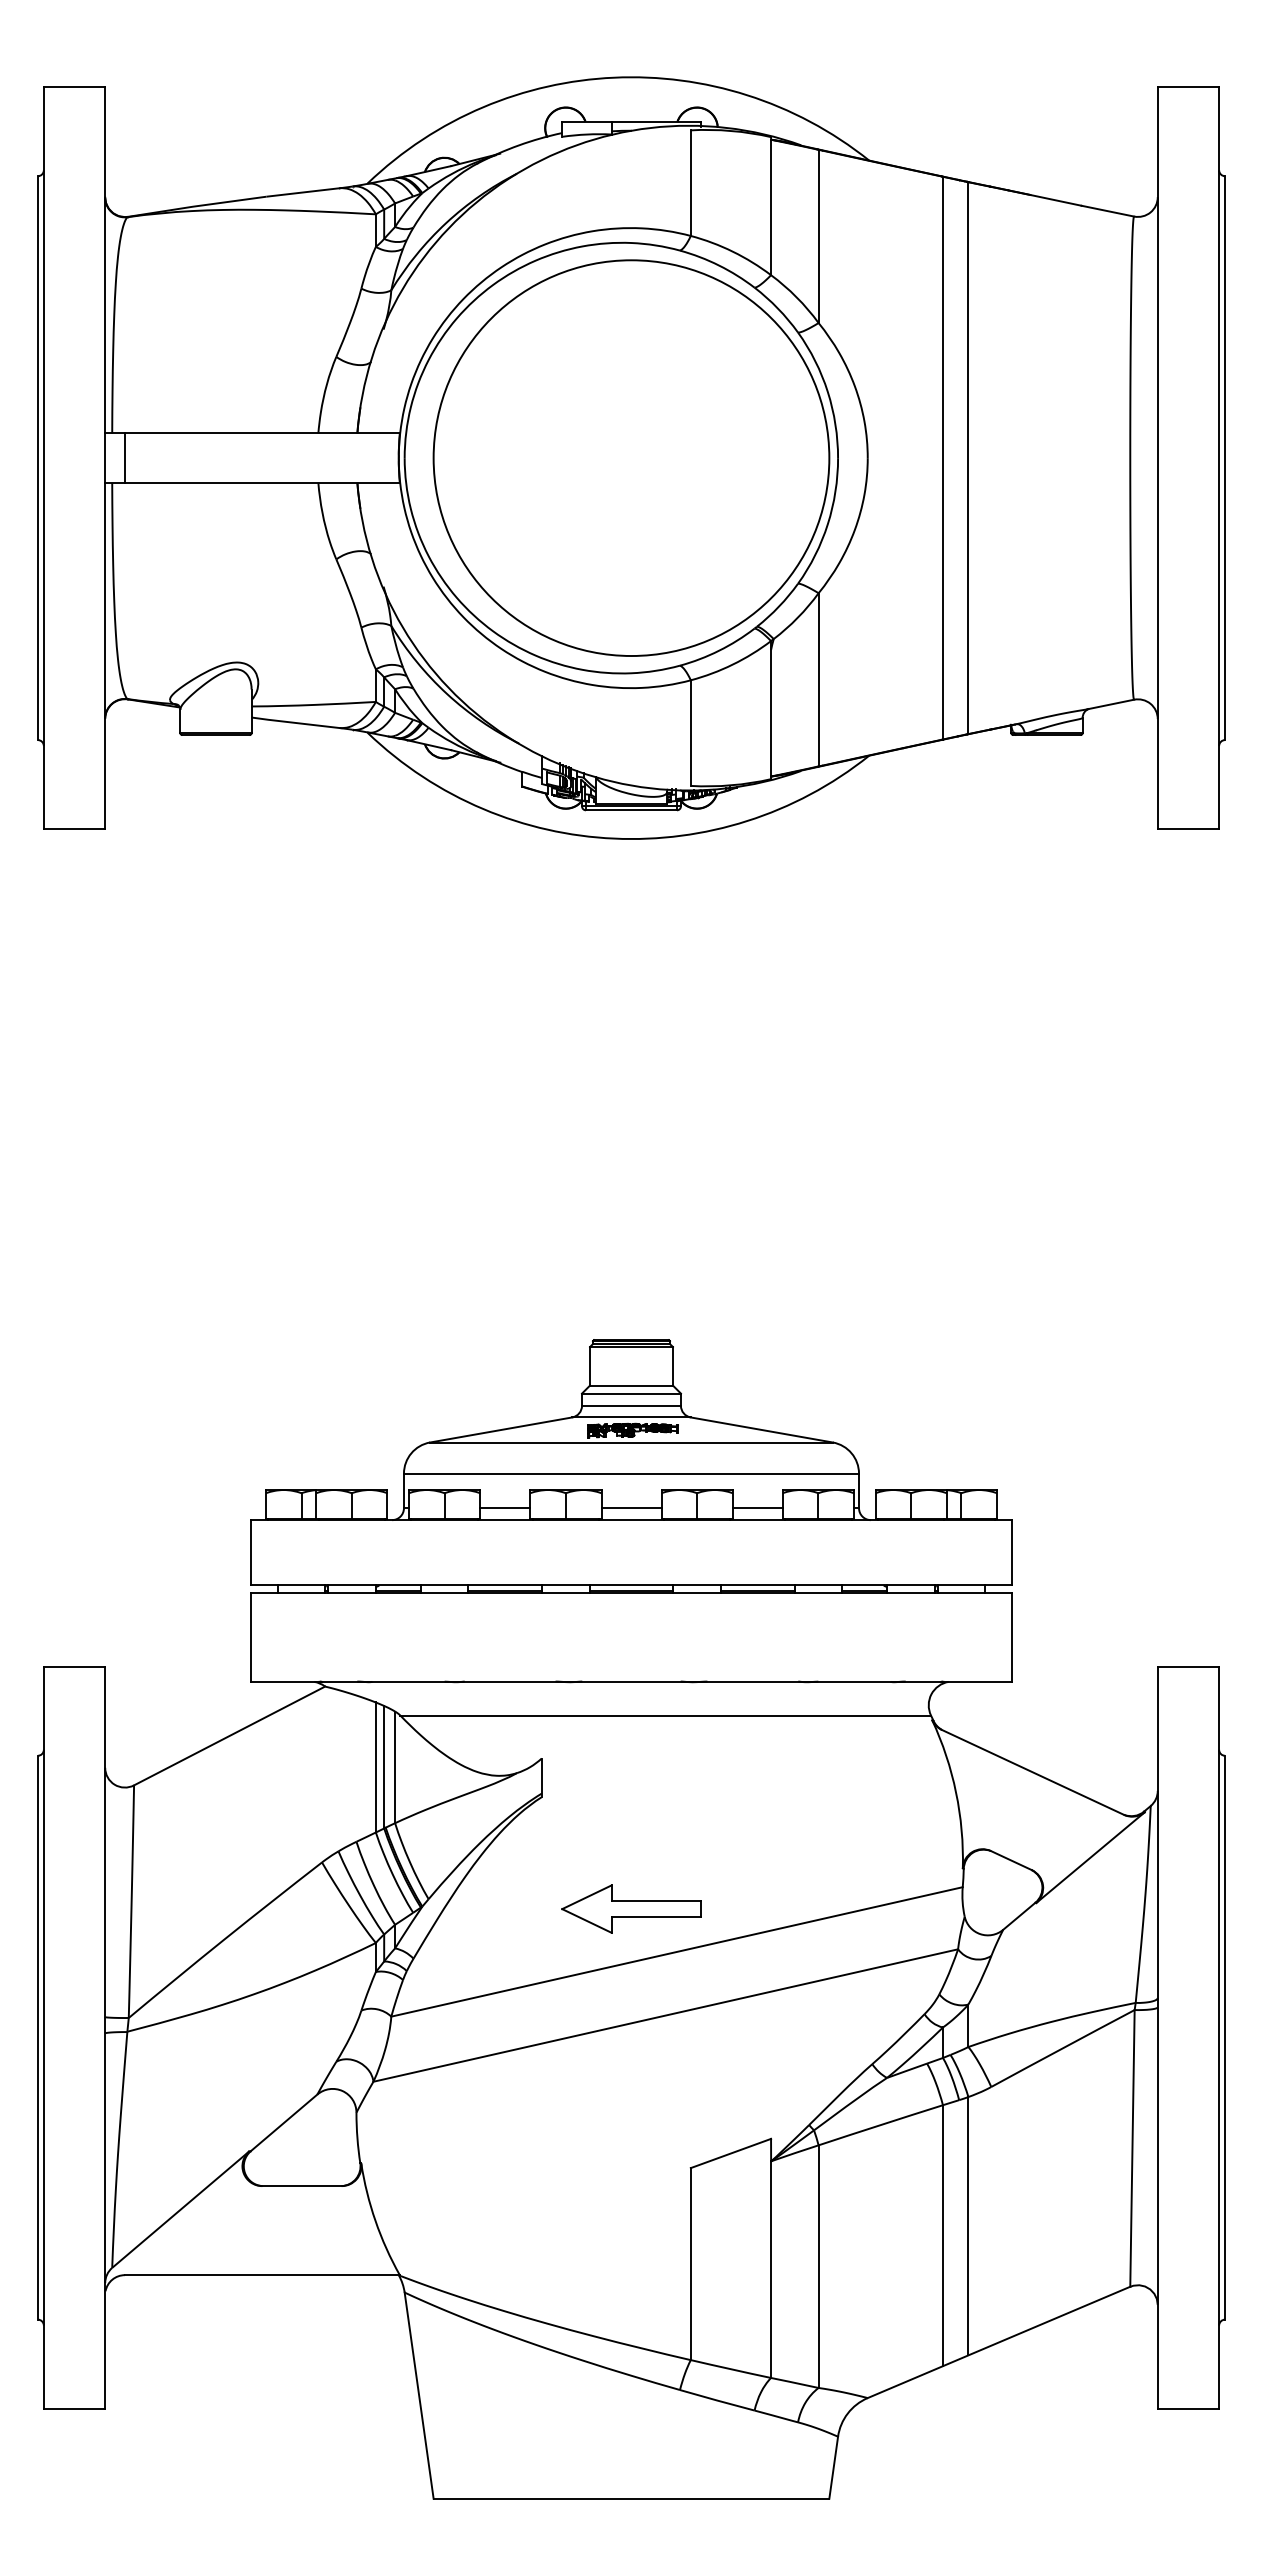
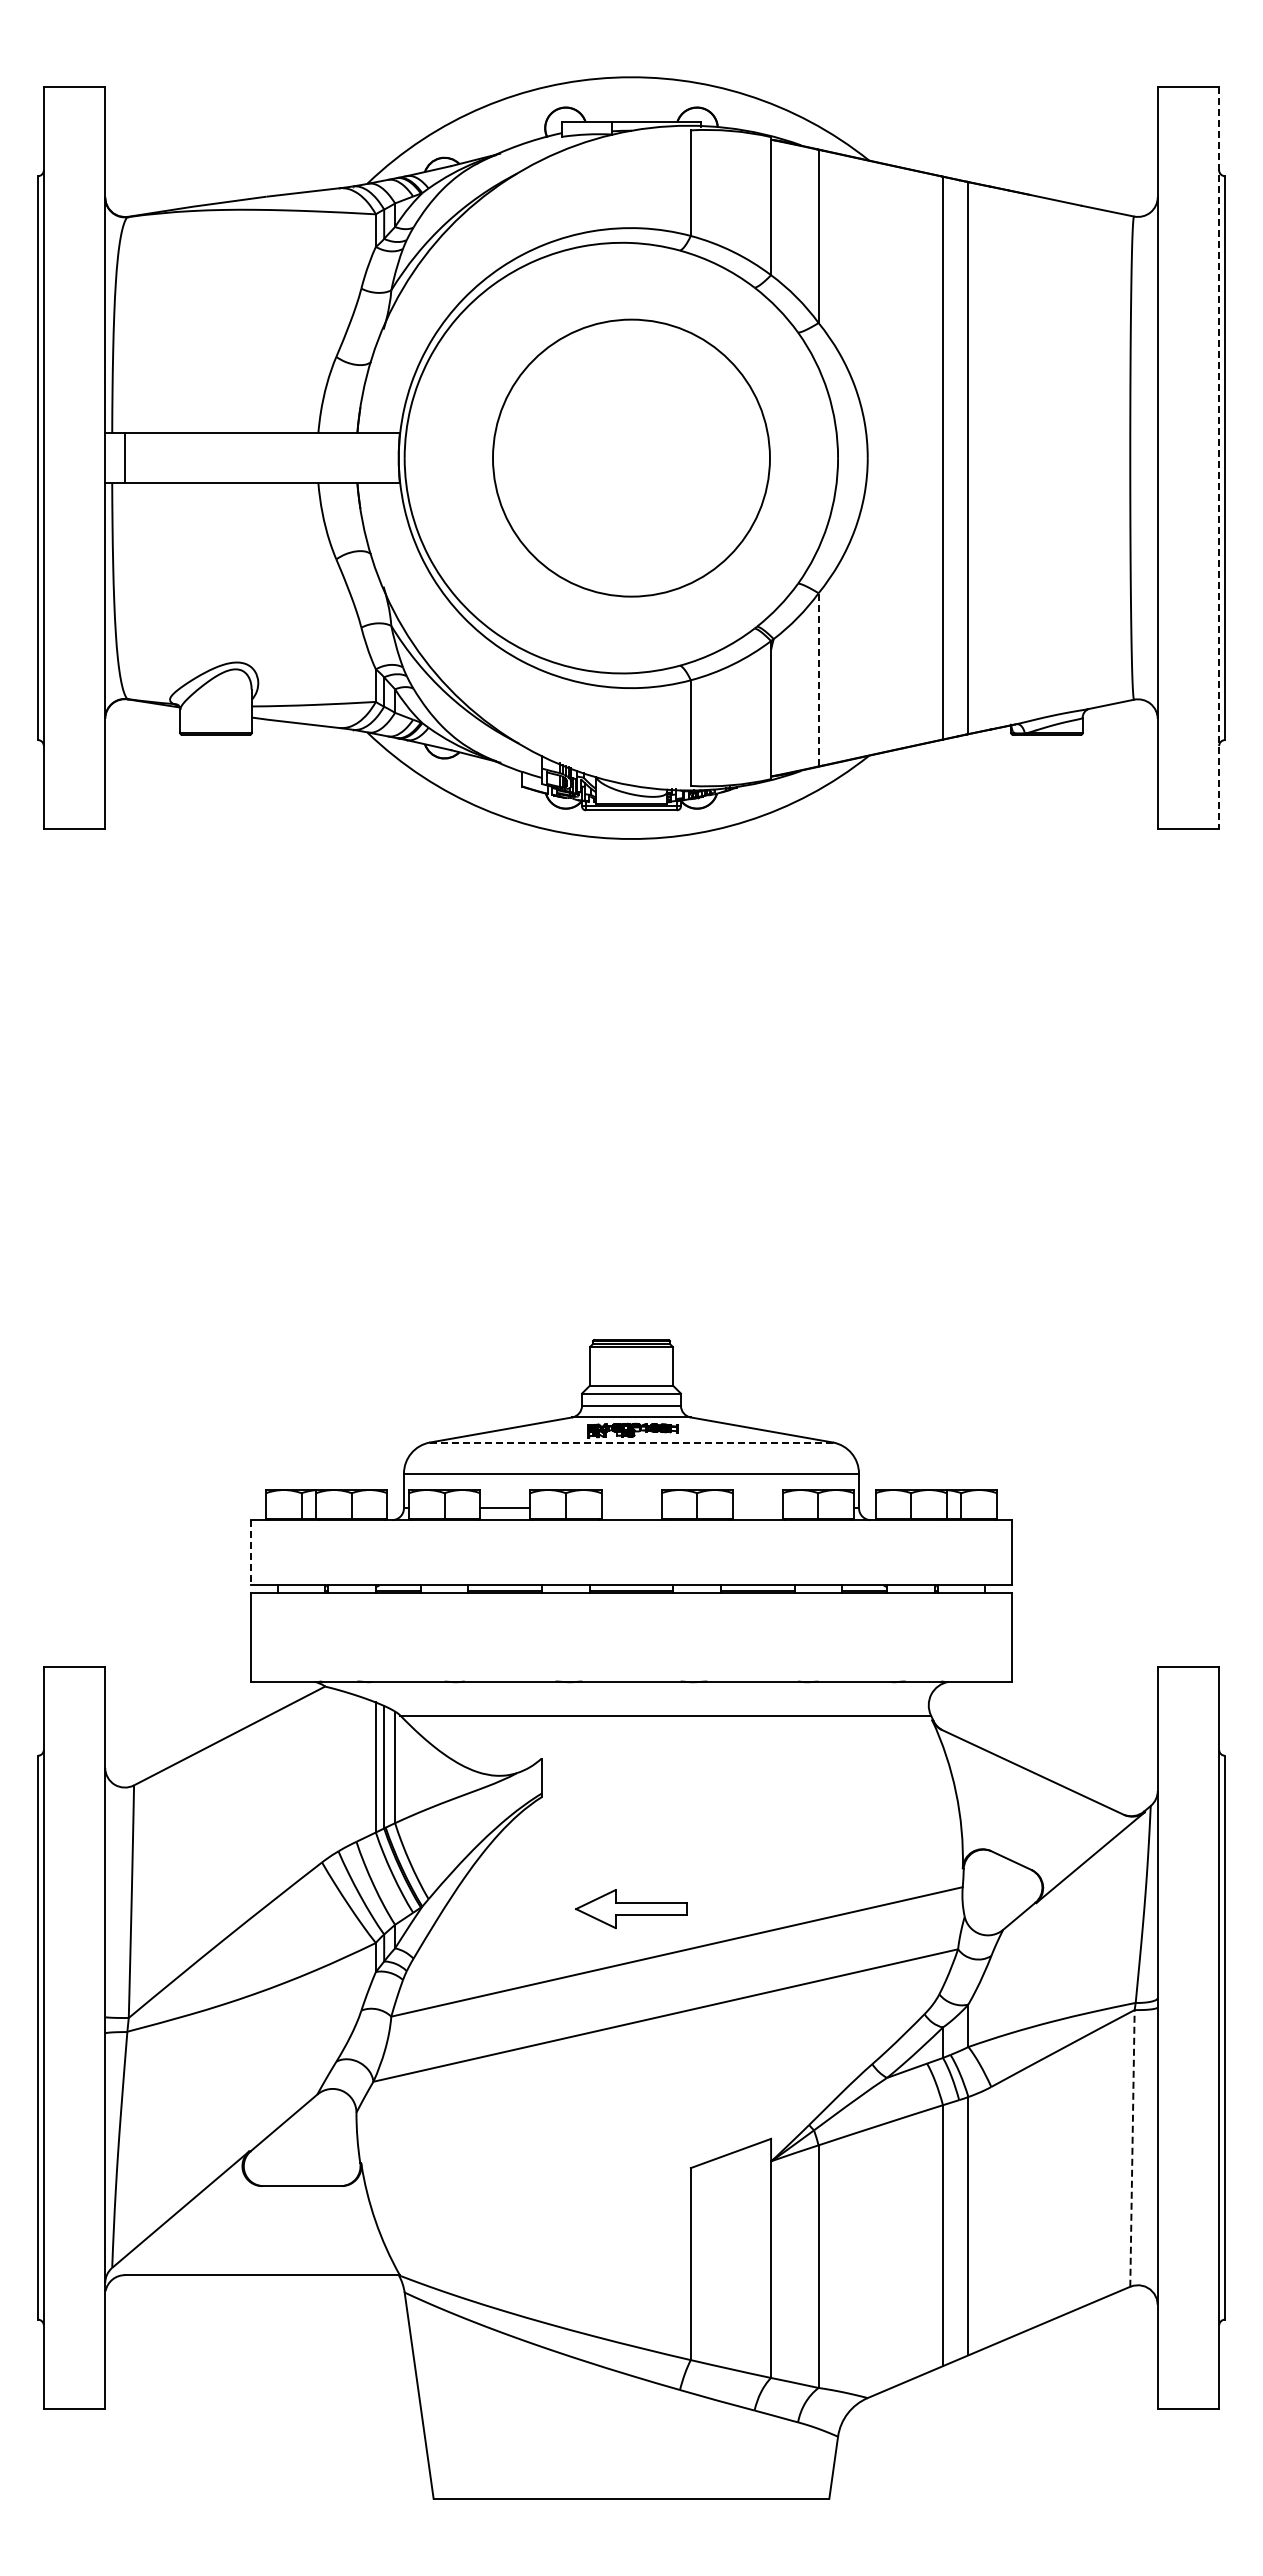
circle at (631, 458) diameter: 396 px -> 277 px
line at (1219, 458): solid -> dashed
line at (818, 679): solid -> dashed
line at (631, 1442): solid -> dashed
line at (631, 1508): present -> none
line at (757, 1508): present -> none
line at (250, 1552): solid -> dashed
part at (631, 1908) size: 141x50 px -> 113x40 px
line at (1132, 2147): solid -> dashed
